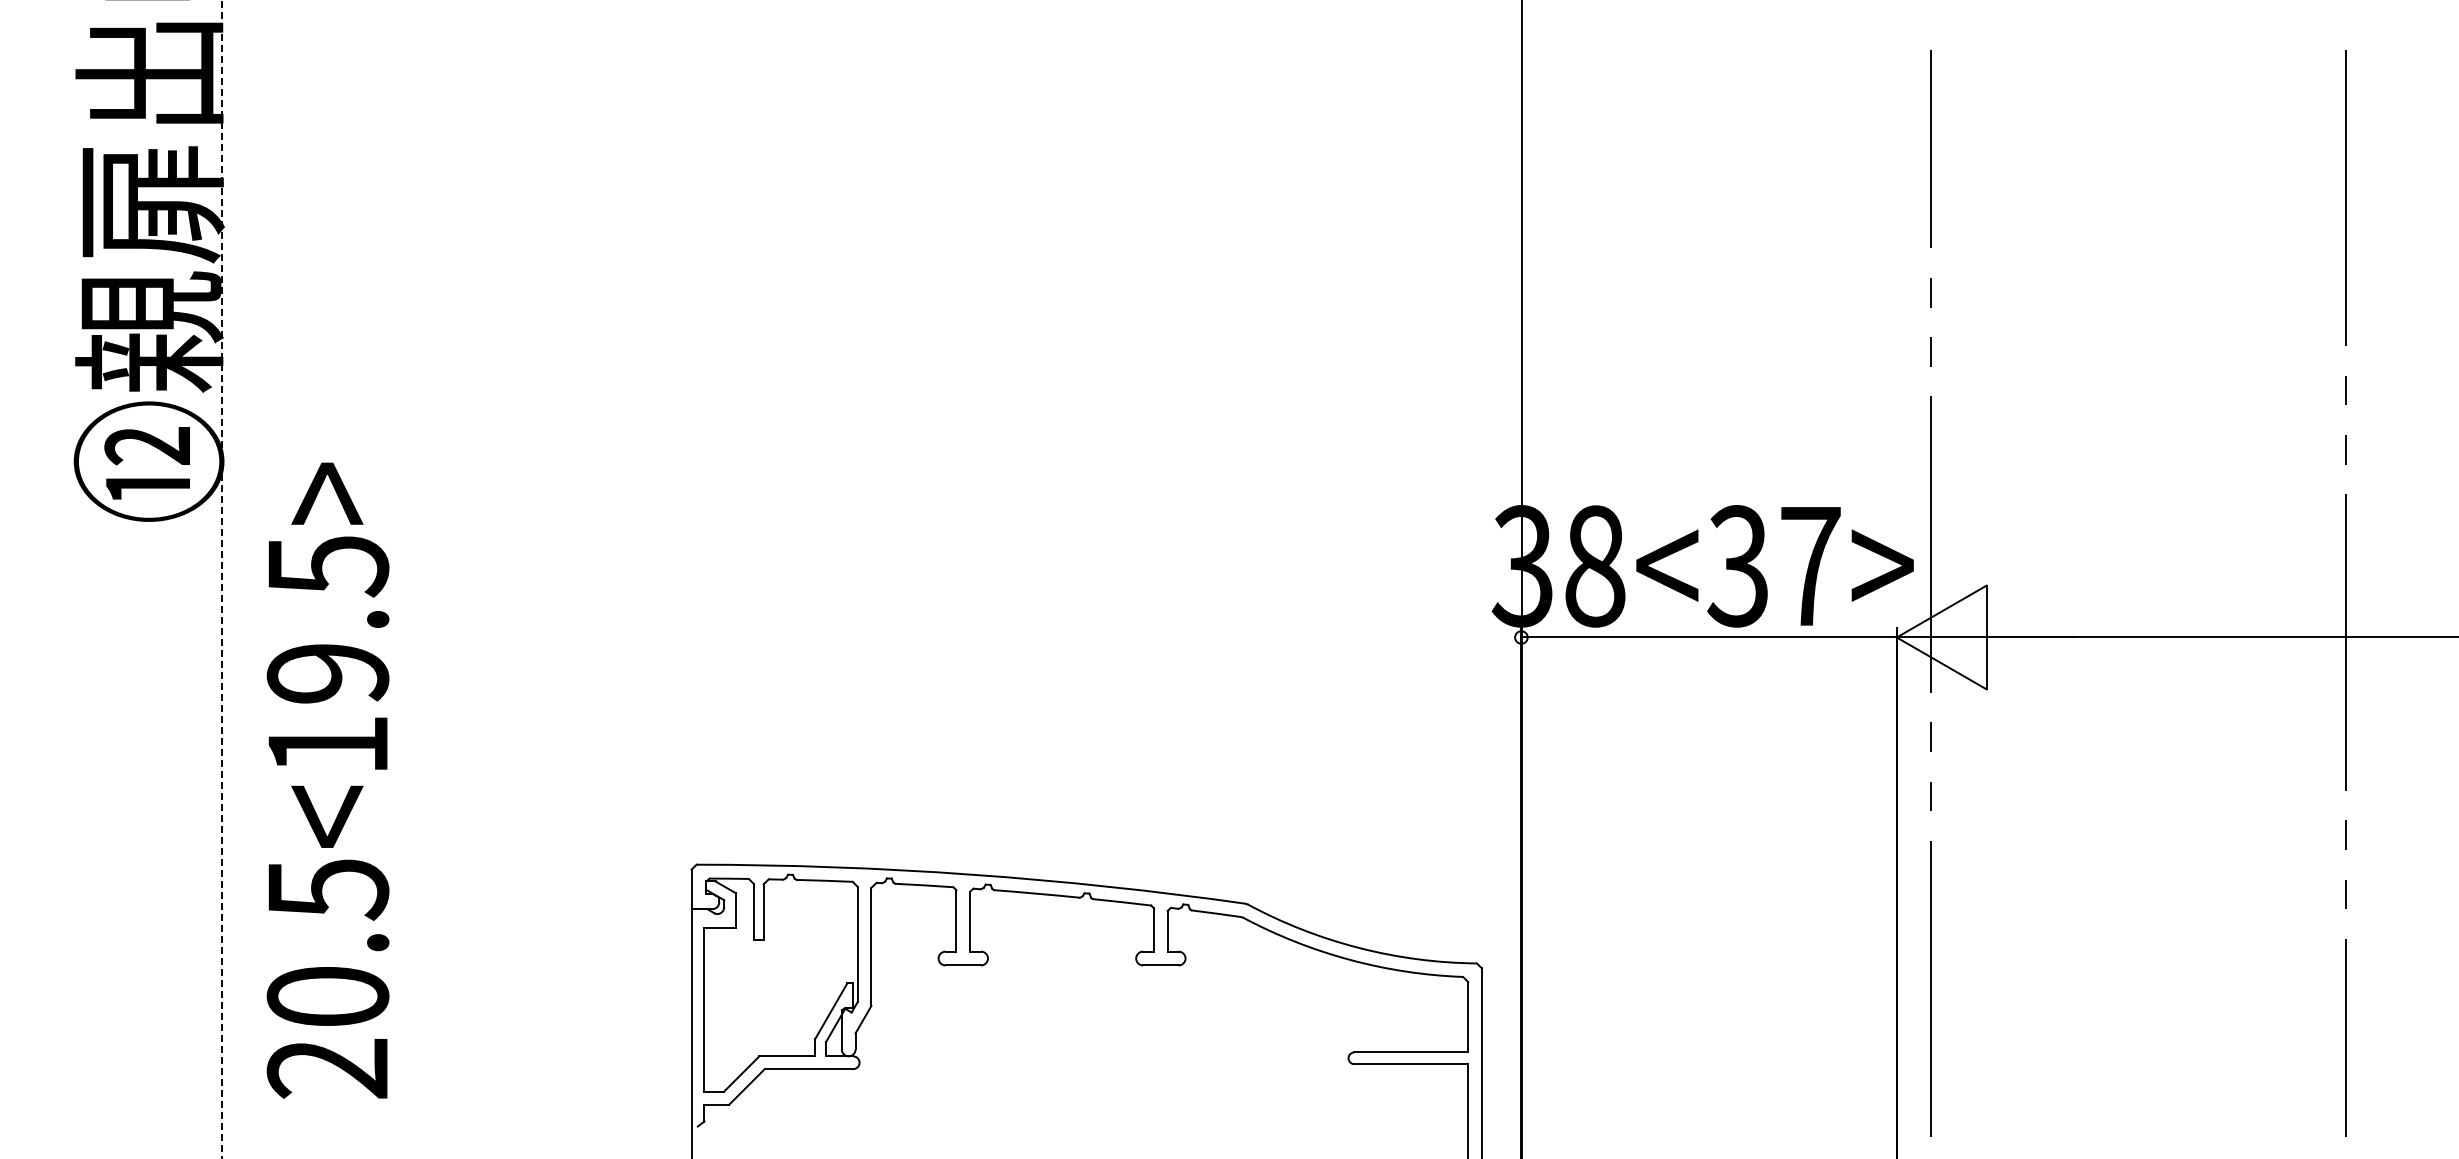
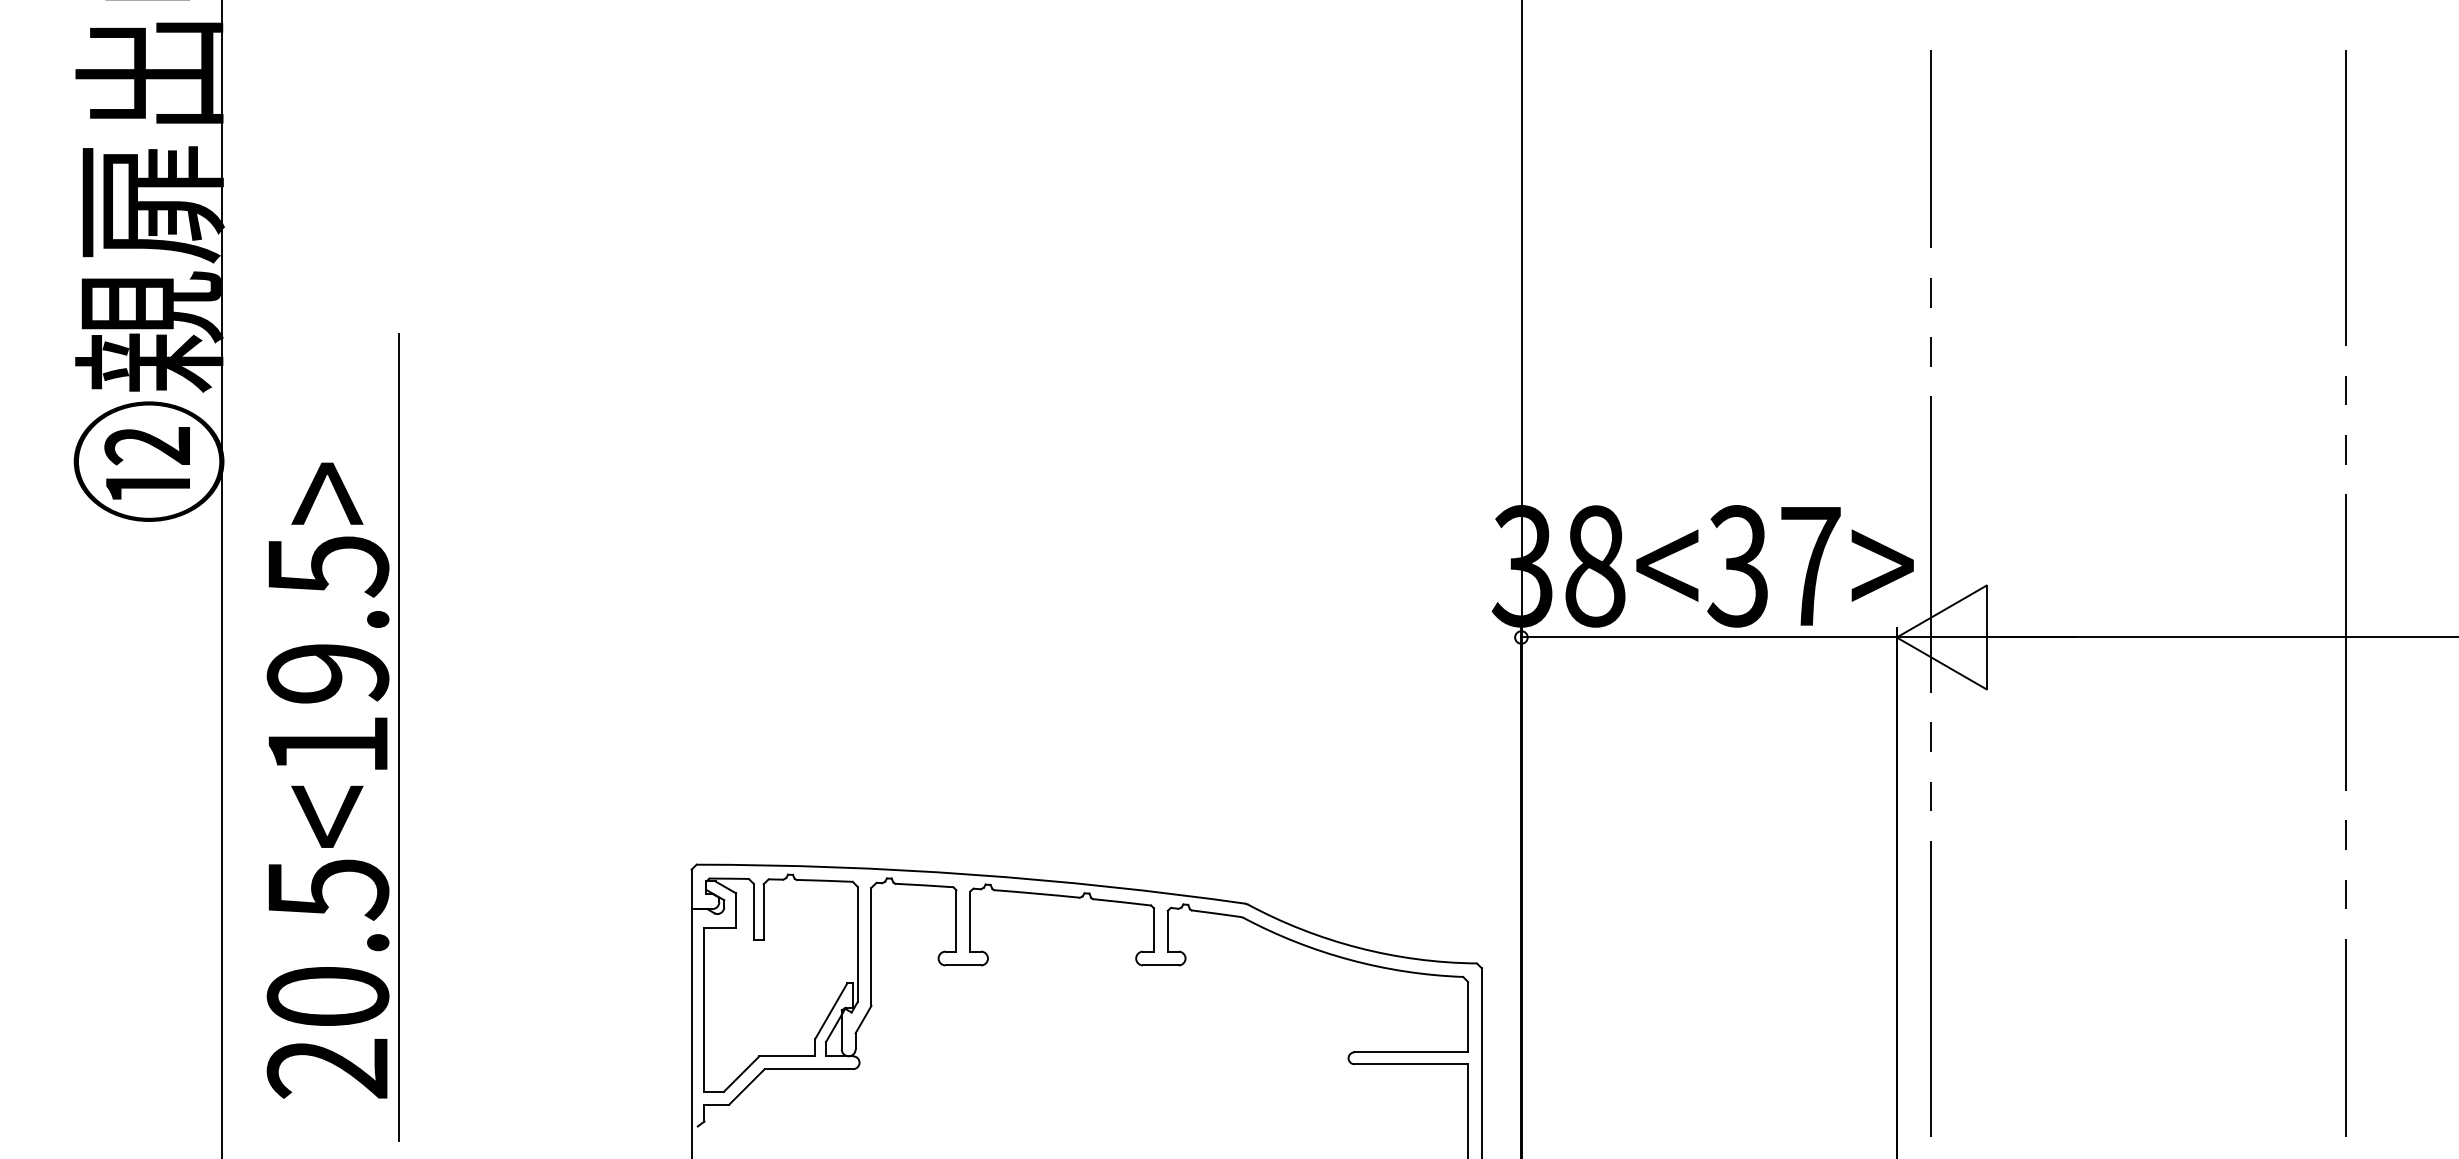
line at (222, 579): dashed -> solid
line at (399, 737): none -> present
